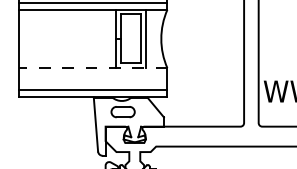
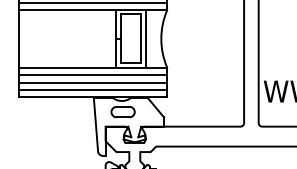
line at (92, 68): dashed -> solid
line at (92, 75): none -> present
line at (92, 82): none -> present
